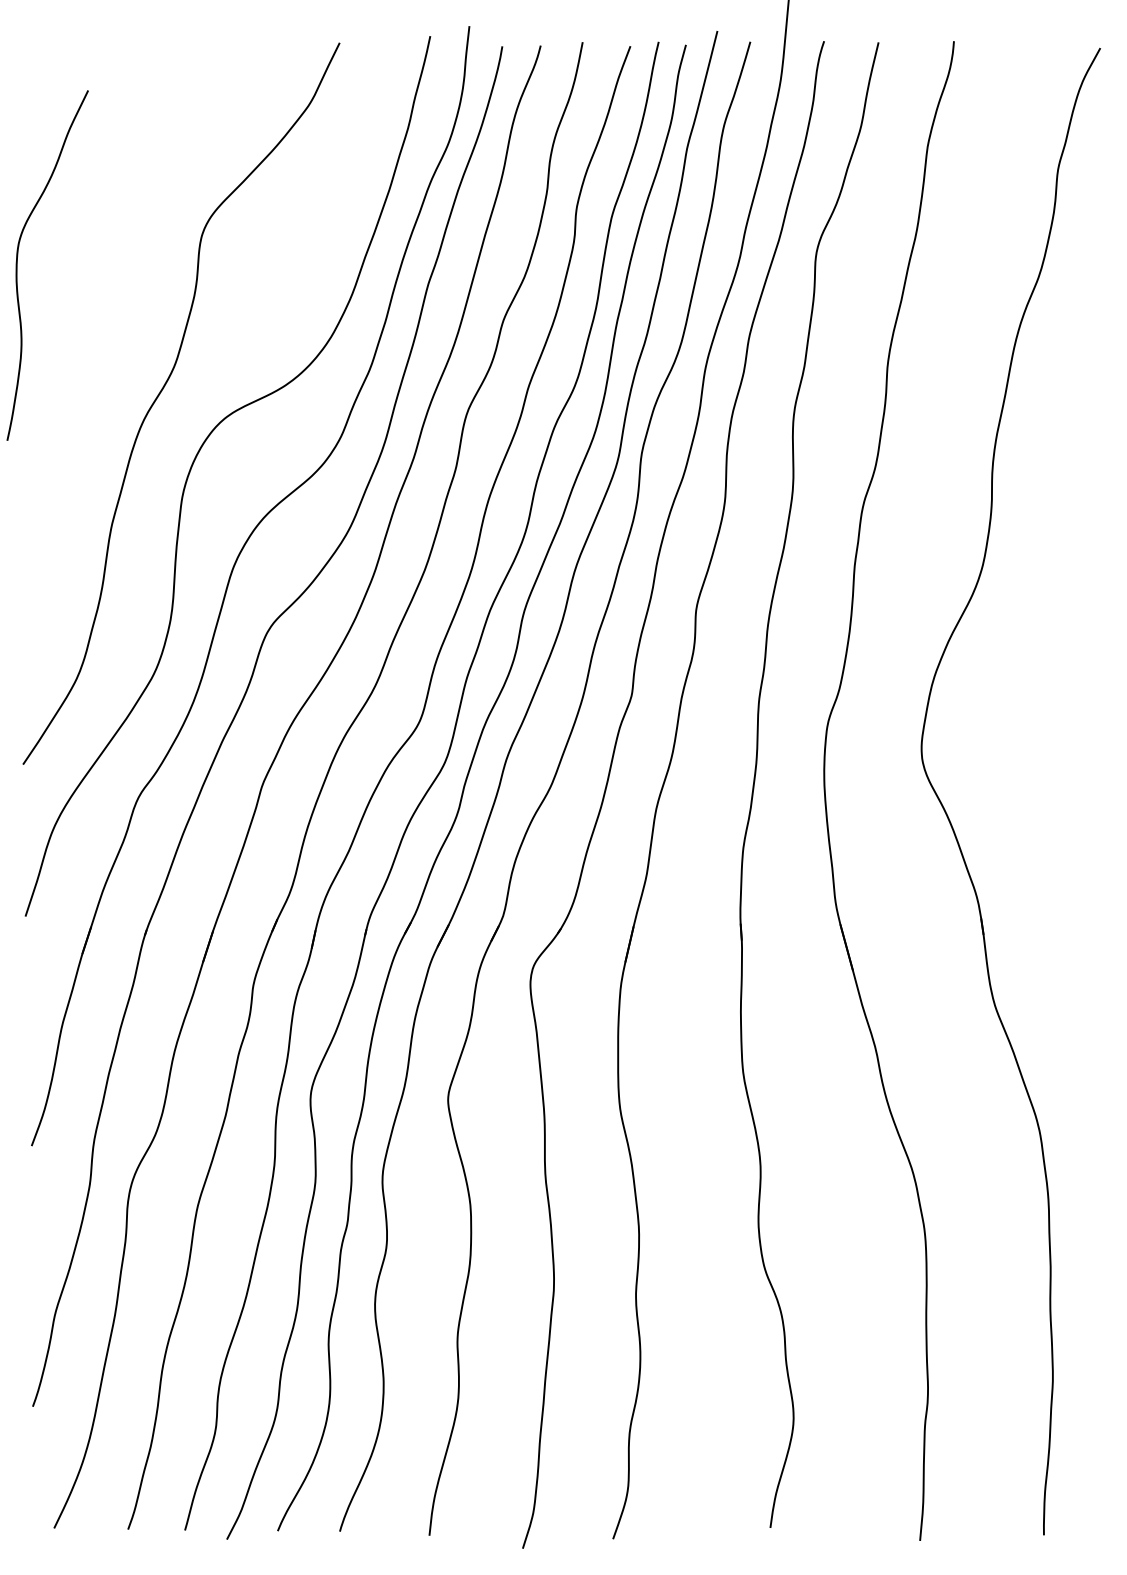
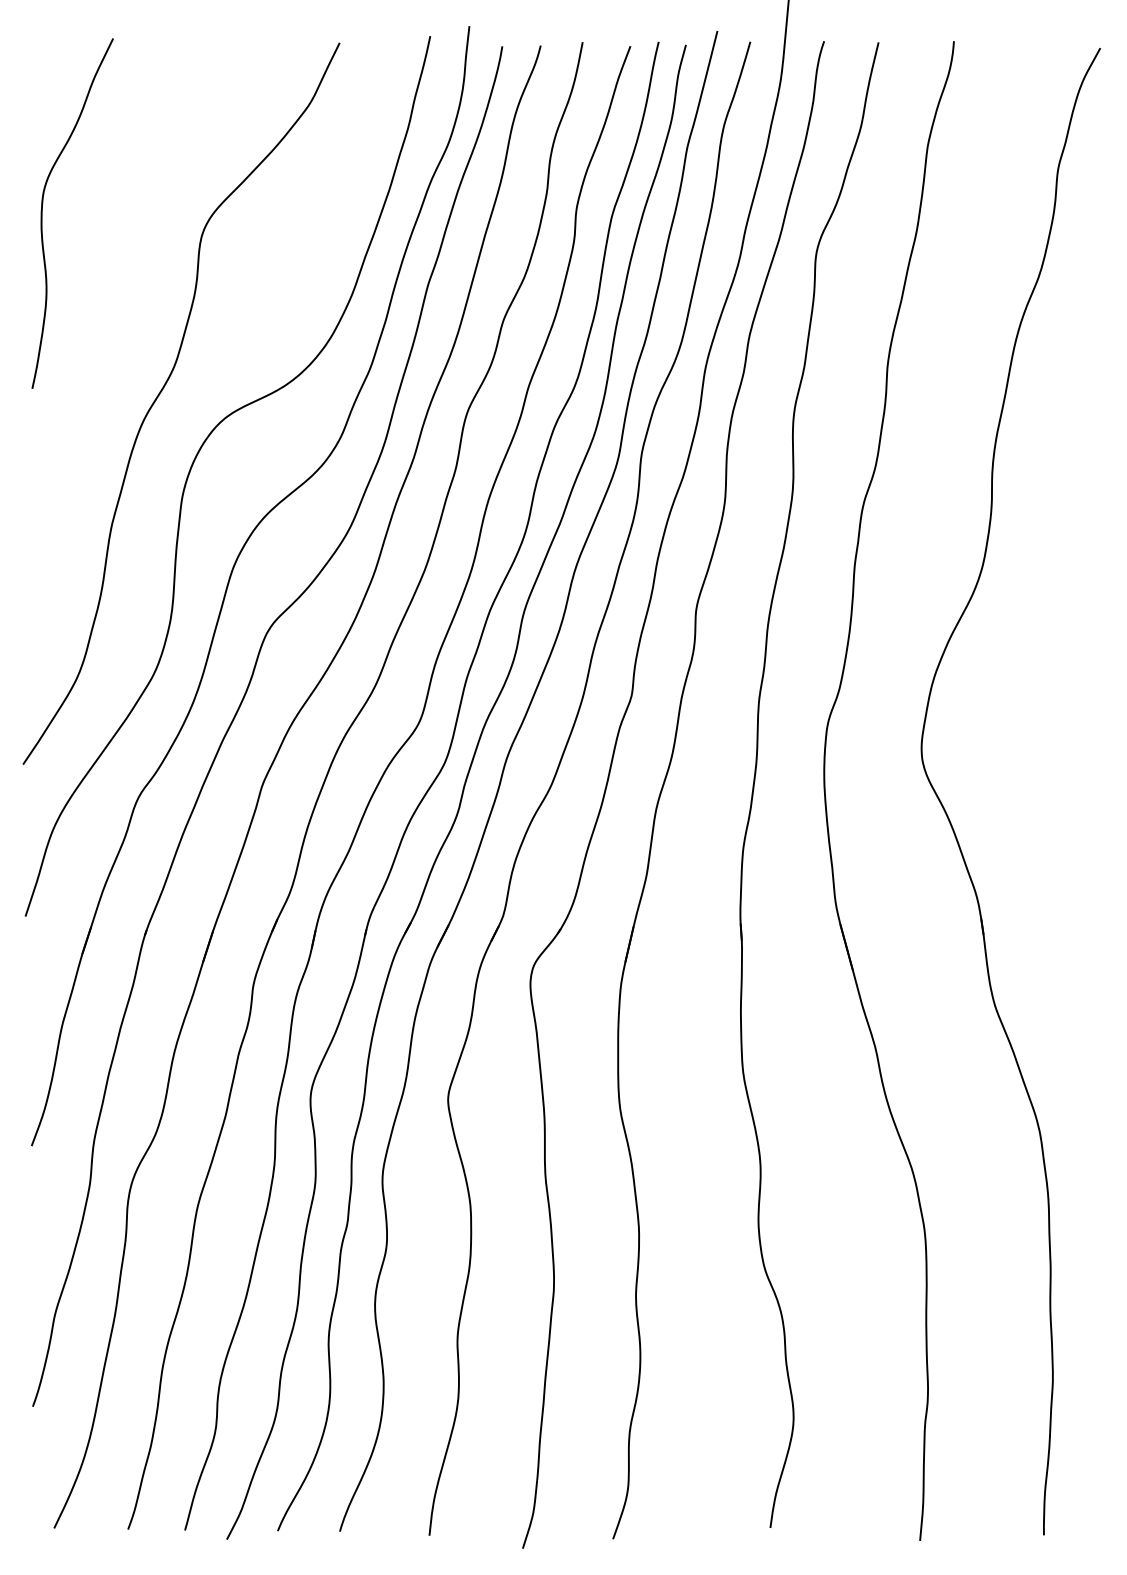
curve at (17, 265) position: (17, 265) -> (42, 213)
